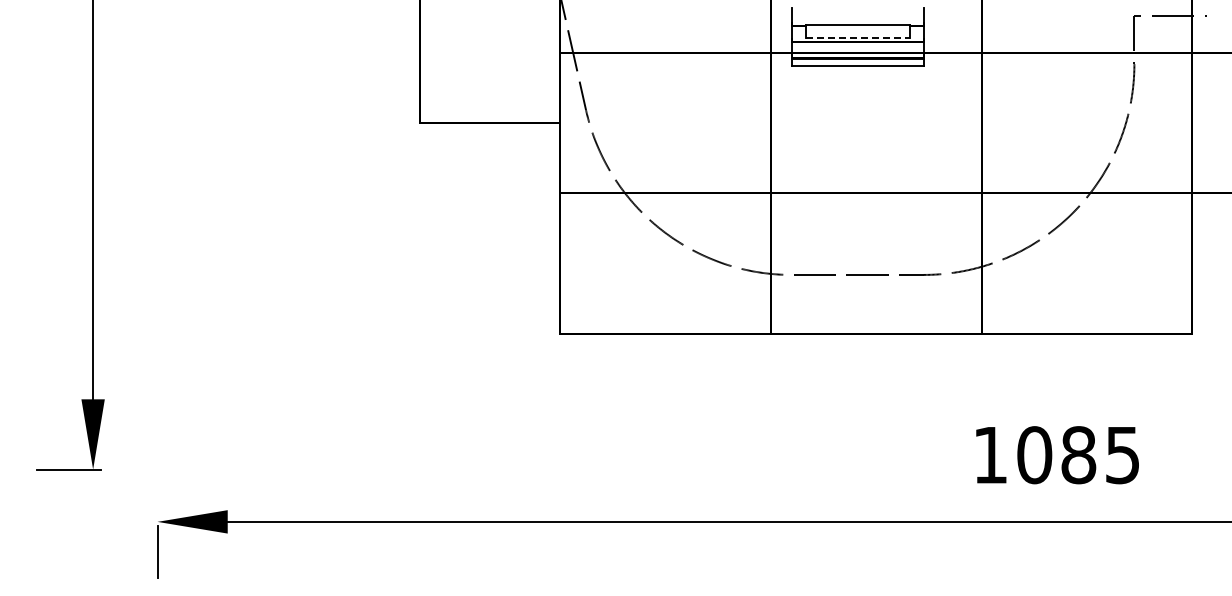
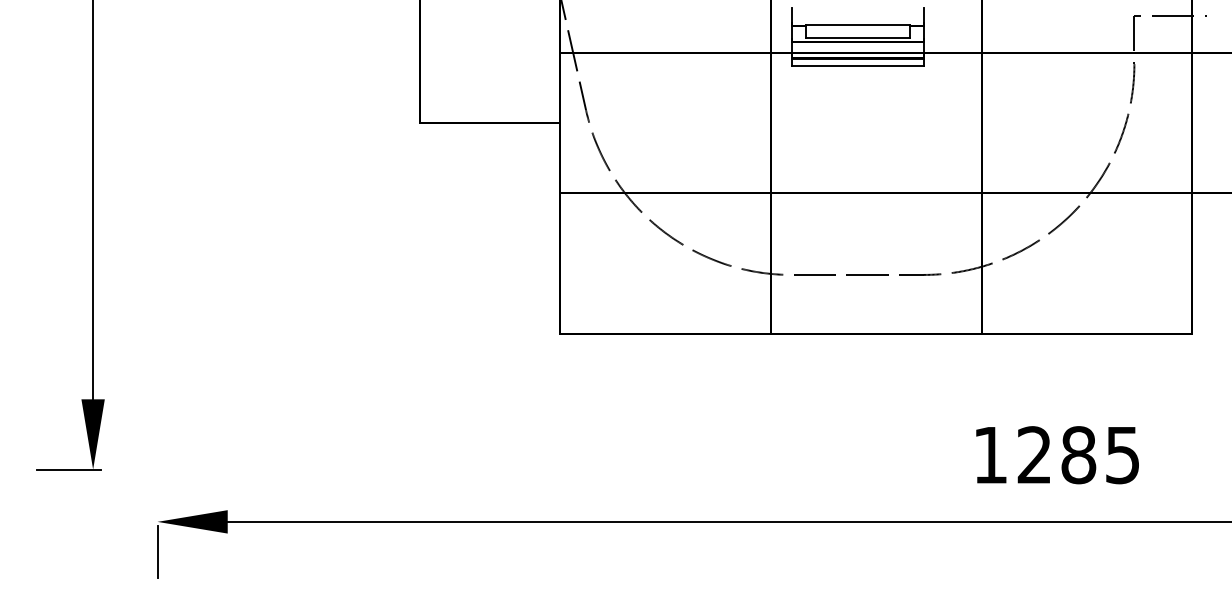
line at (857, 37): dashed -> solid
text at (1034, 455): 1085 -> 1285
